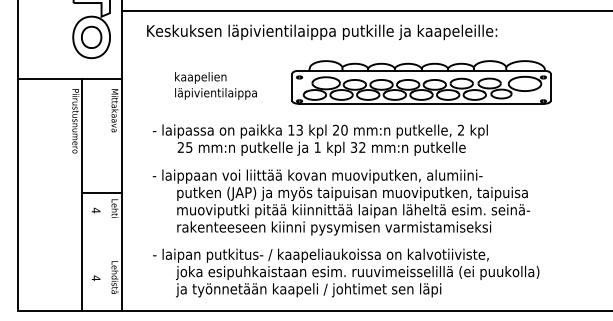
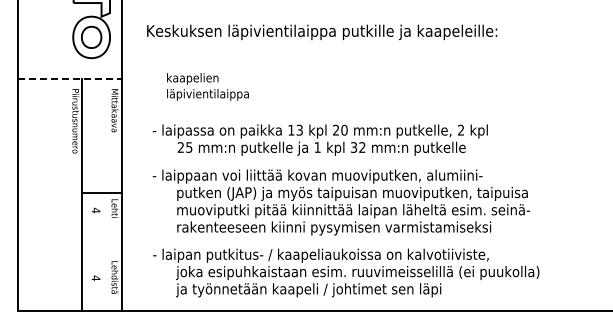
line at (365, 11): present -> none
line at (70, 78): solid -> dashed
part at (421, 82): present -> none
text at (215, 85) position: (215, 85) -> (207, 86)
